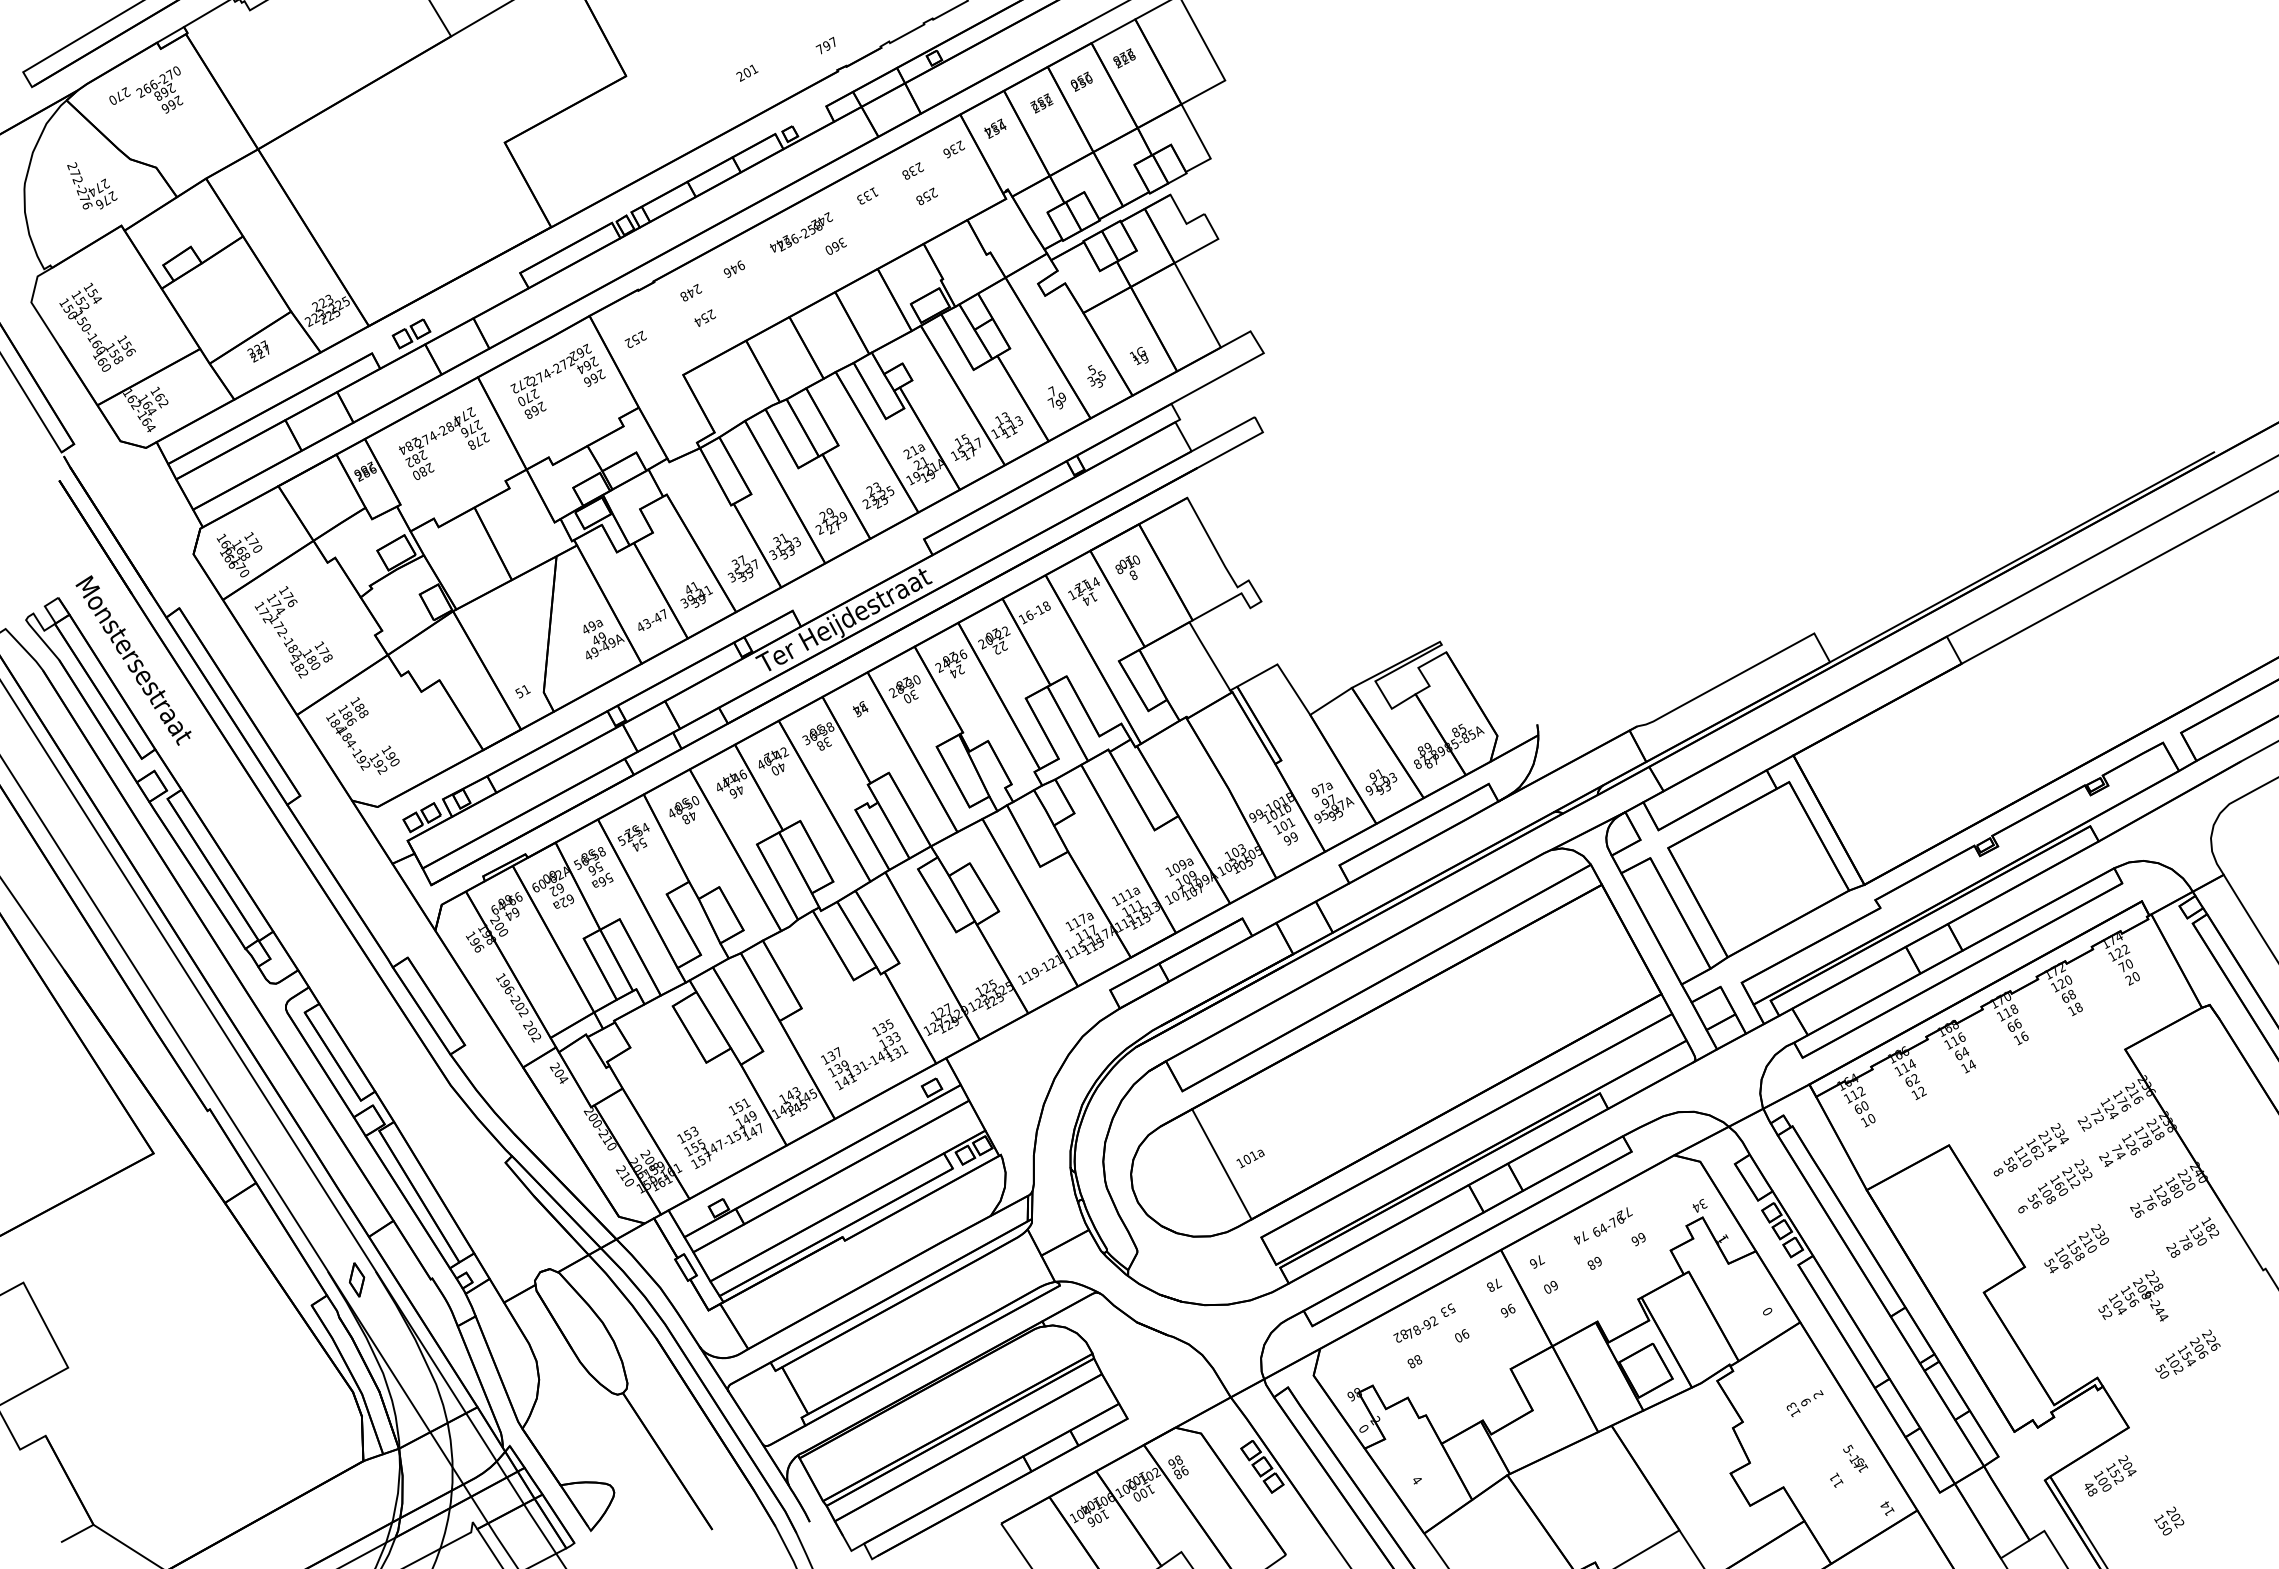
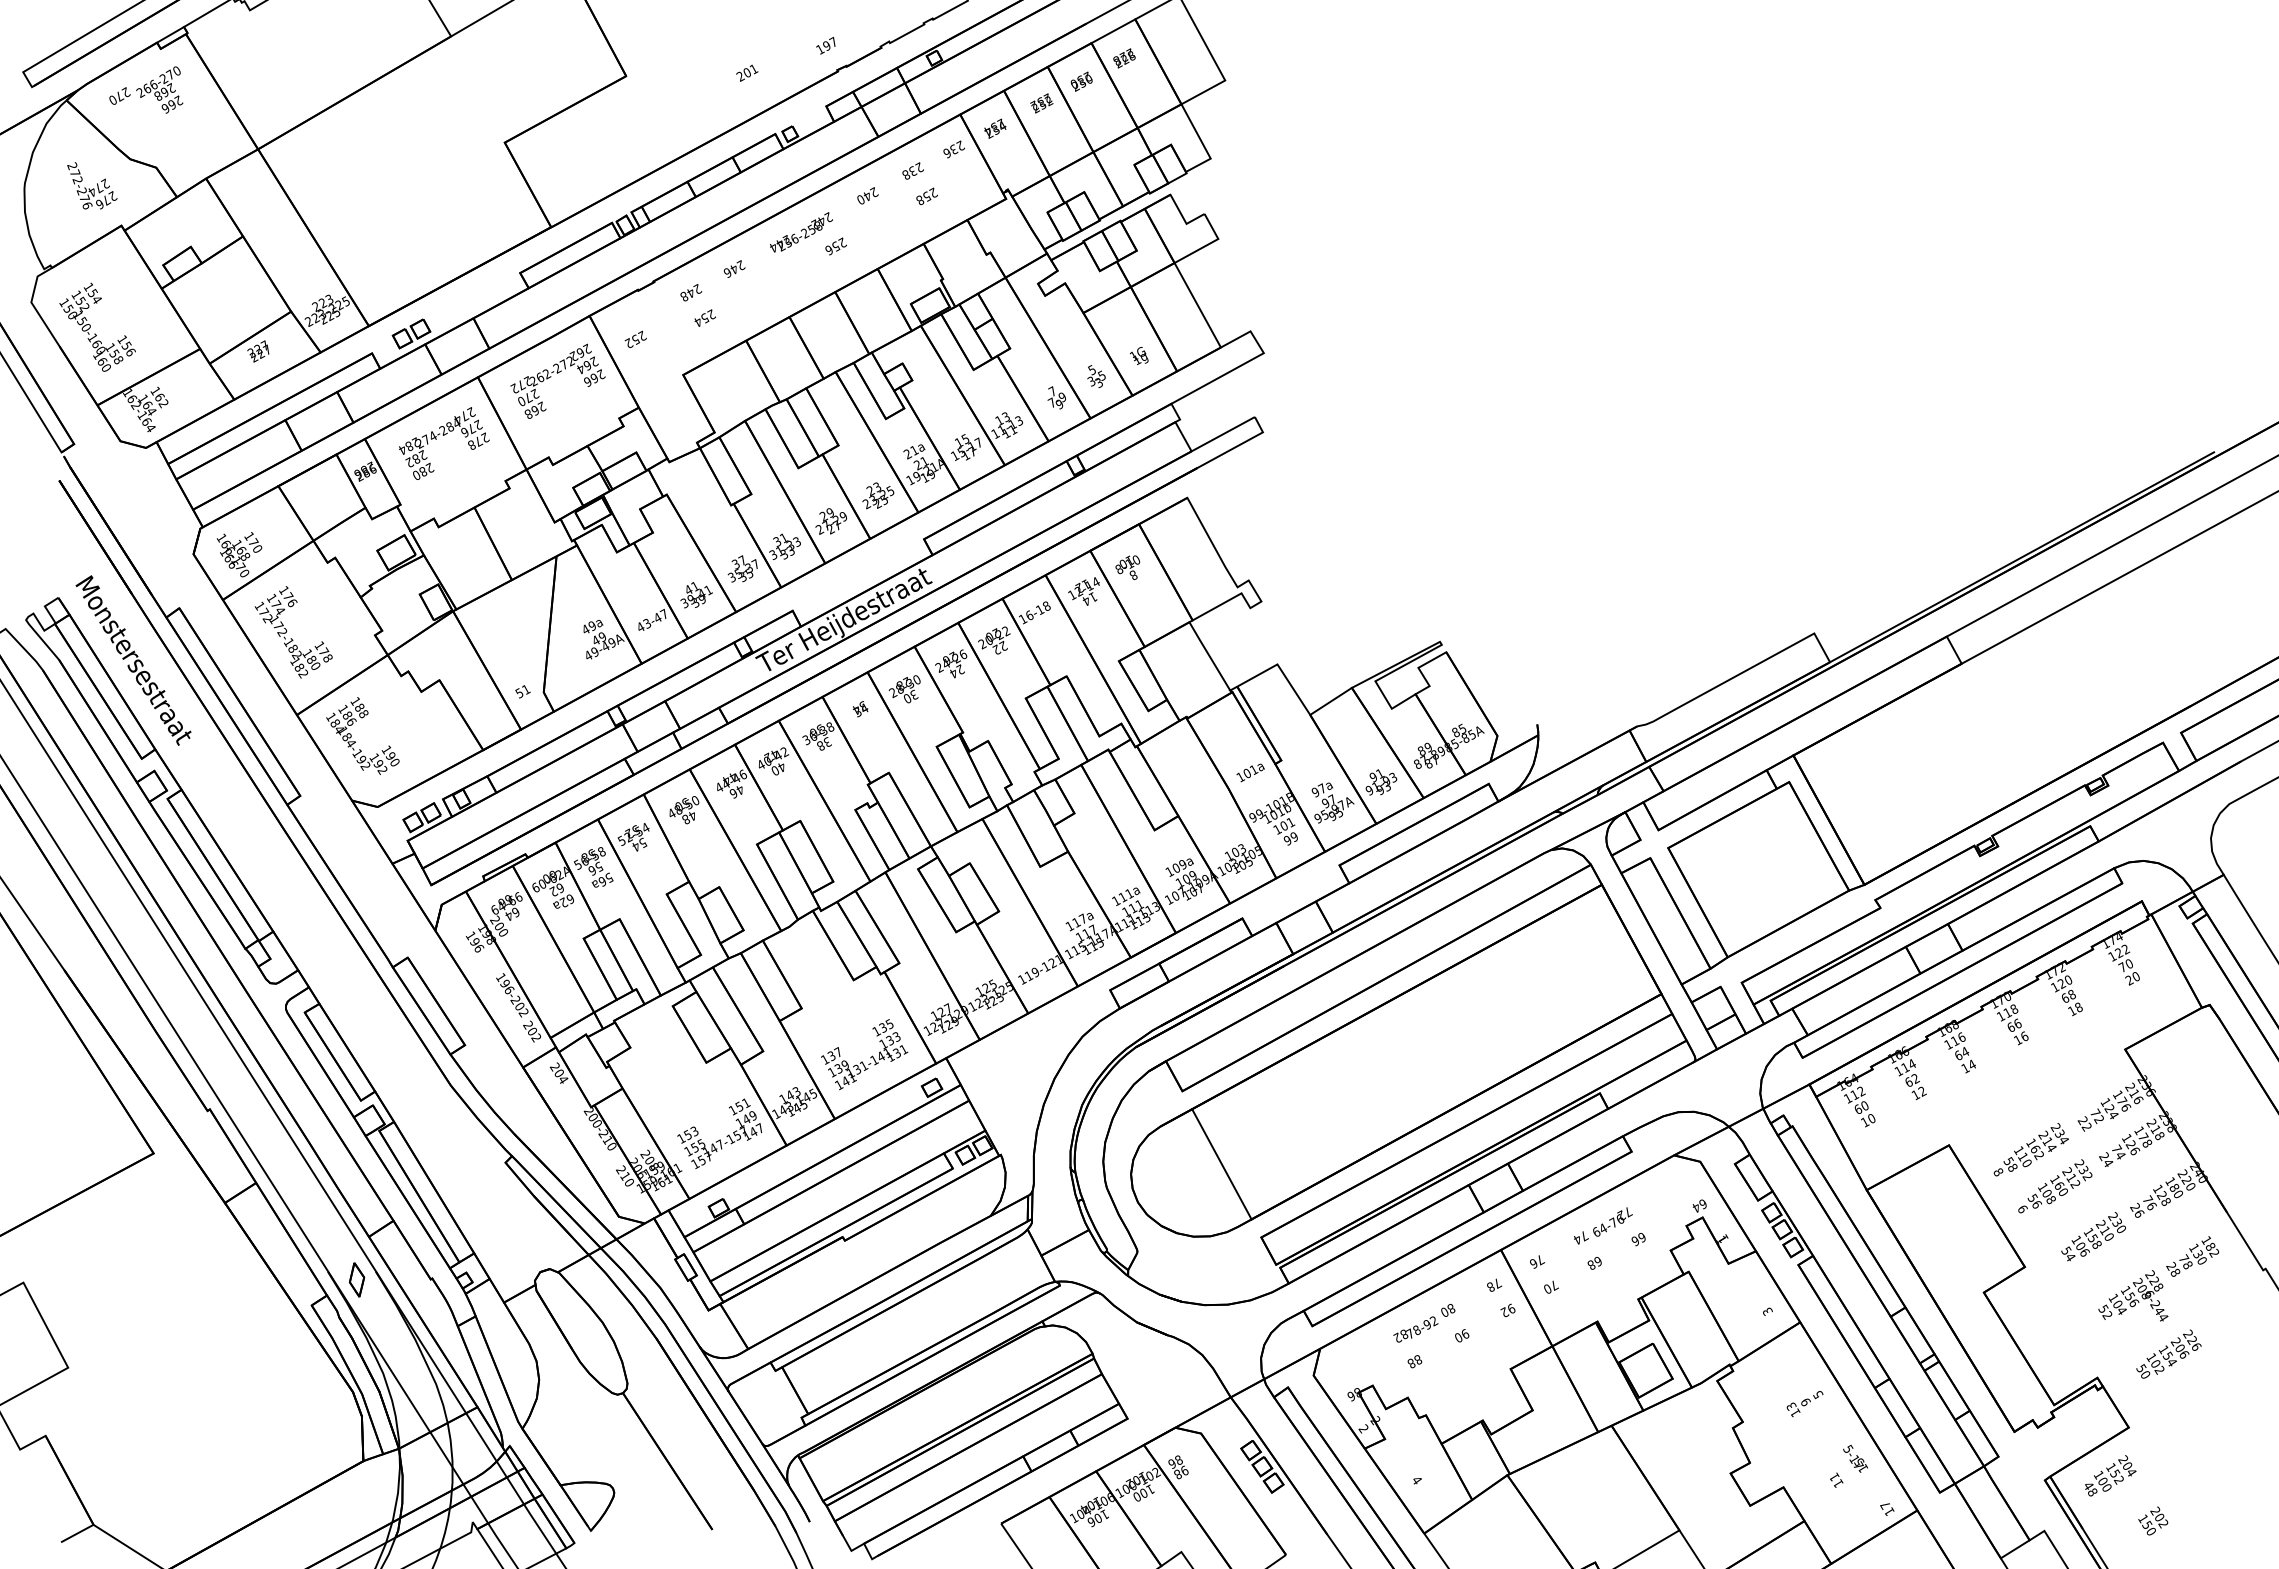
text at (819, 49): 797 -> 197
text at (867, 195): 133 -> 240
text at (835, 246): 360 -> 256
text at (740, 264): 946 -> 246
text at (543, 375): 274-272 -> 262-272
text at (1250, 1158) position: (1250, 1158) -> (1250, 772)
text at (1703, 1203): 34 -> 64
text at (2192, 1237) position: (2192, 1237) -> (2192, 1256)
text at (2076, 1248) position: (2076, 1248) -> (2093, 1236)
text at (1554, 1285): 60 -> 70
text at (1448, 1309): 53 -> 80
text at (1767, 1311): 0 -> 3
text at (1504, 1312): 96 -> 92
text at (2187, 1353) position: (2187, 1353) -> (2168, 1353)
text at (1818, 1394): 2 -> 5
text at (1362, 1428): 0 -> 2
text at (1884, 1505): 14 -> 17
text at (2169, 1520) position: (2169, 1520) -> (2153, 1520)
